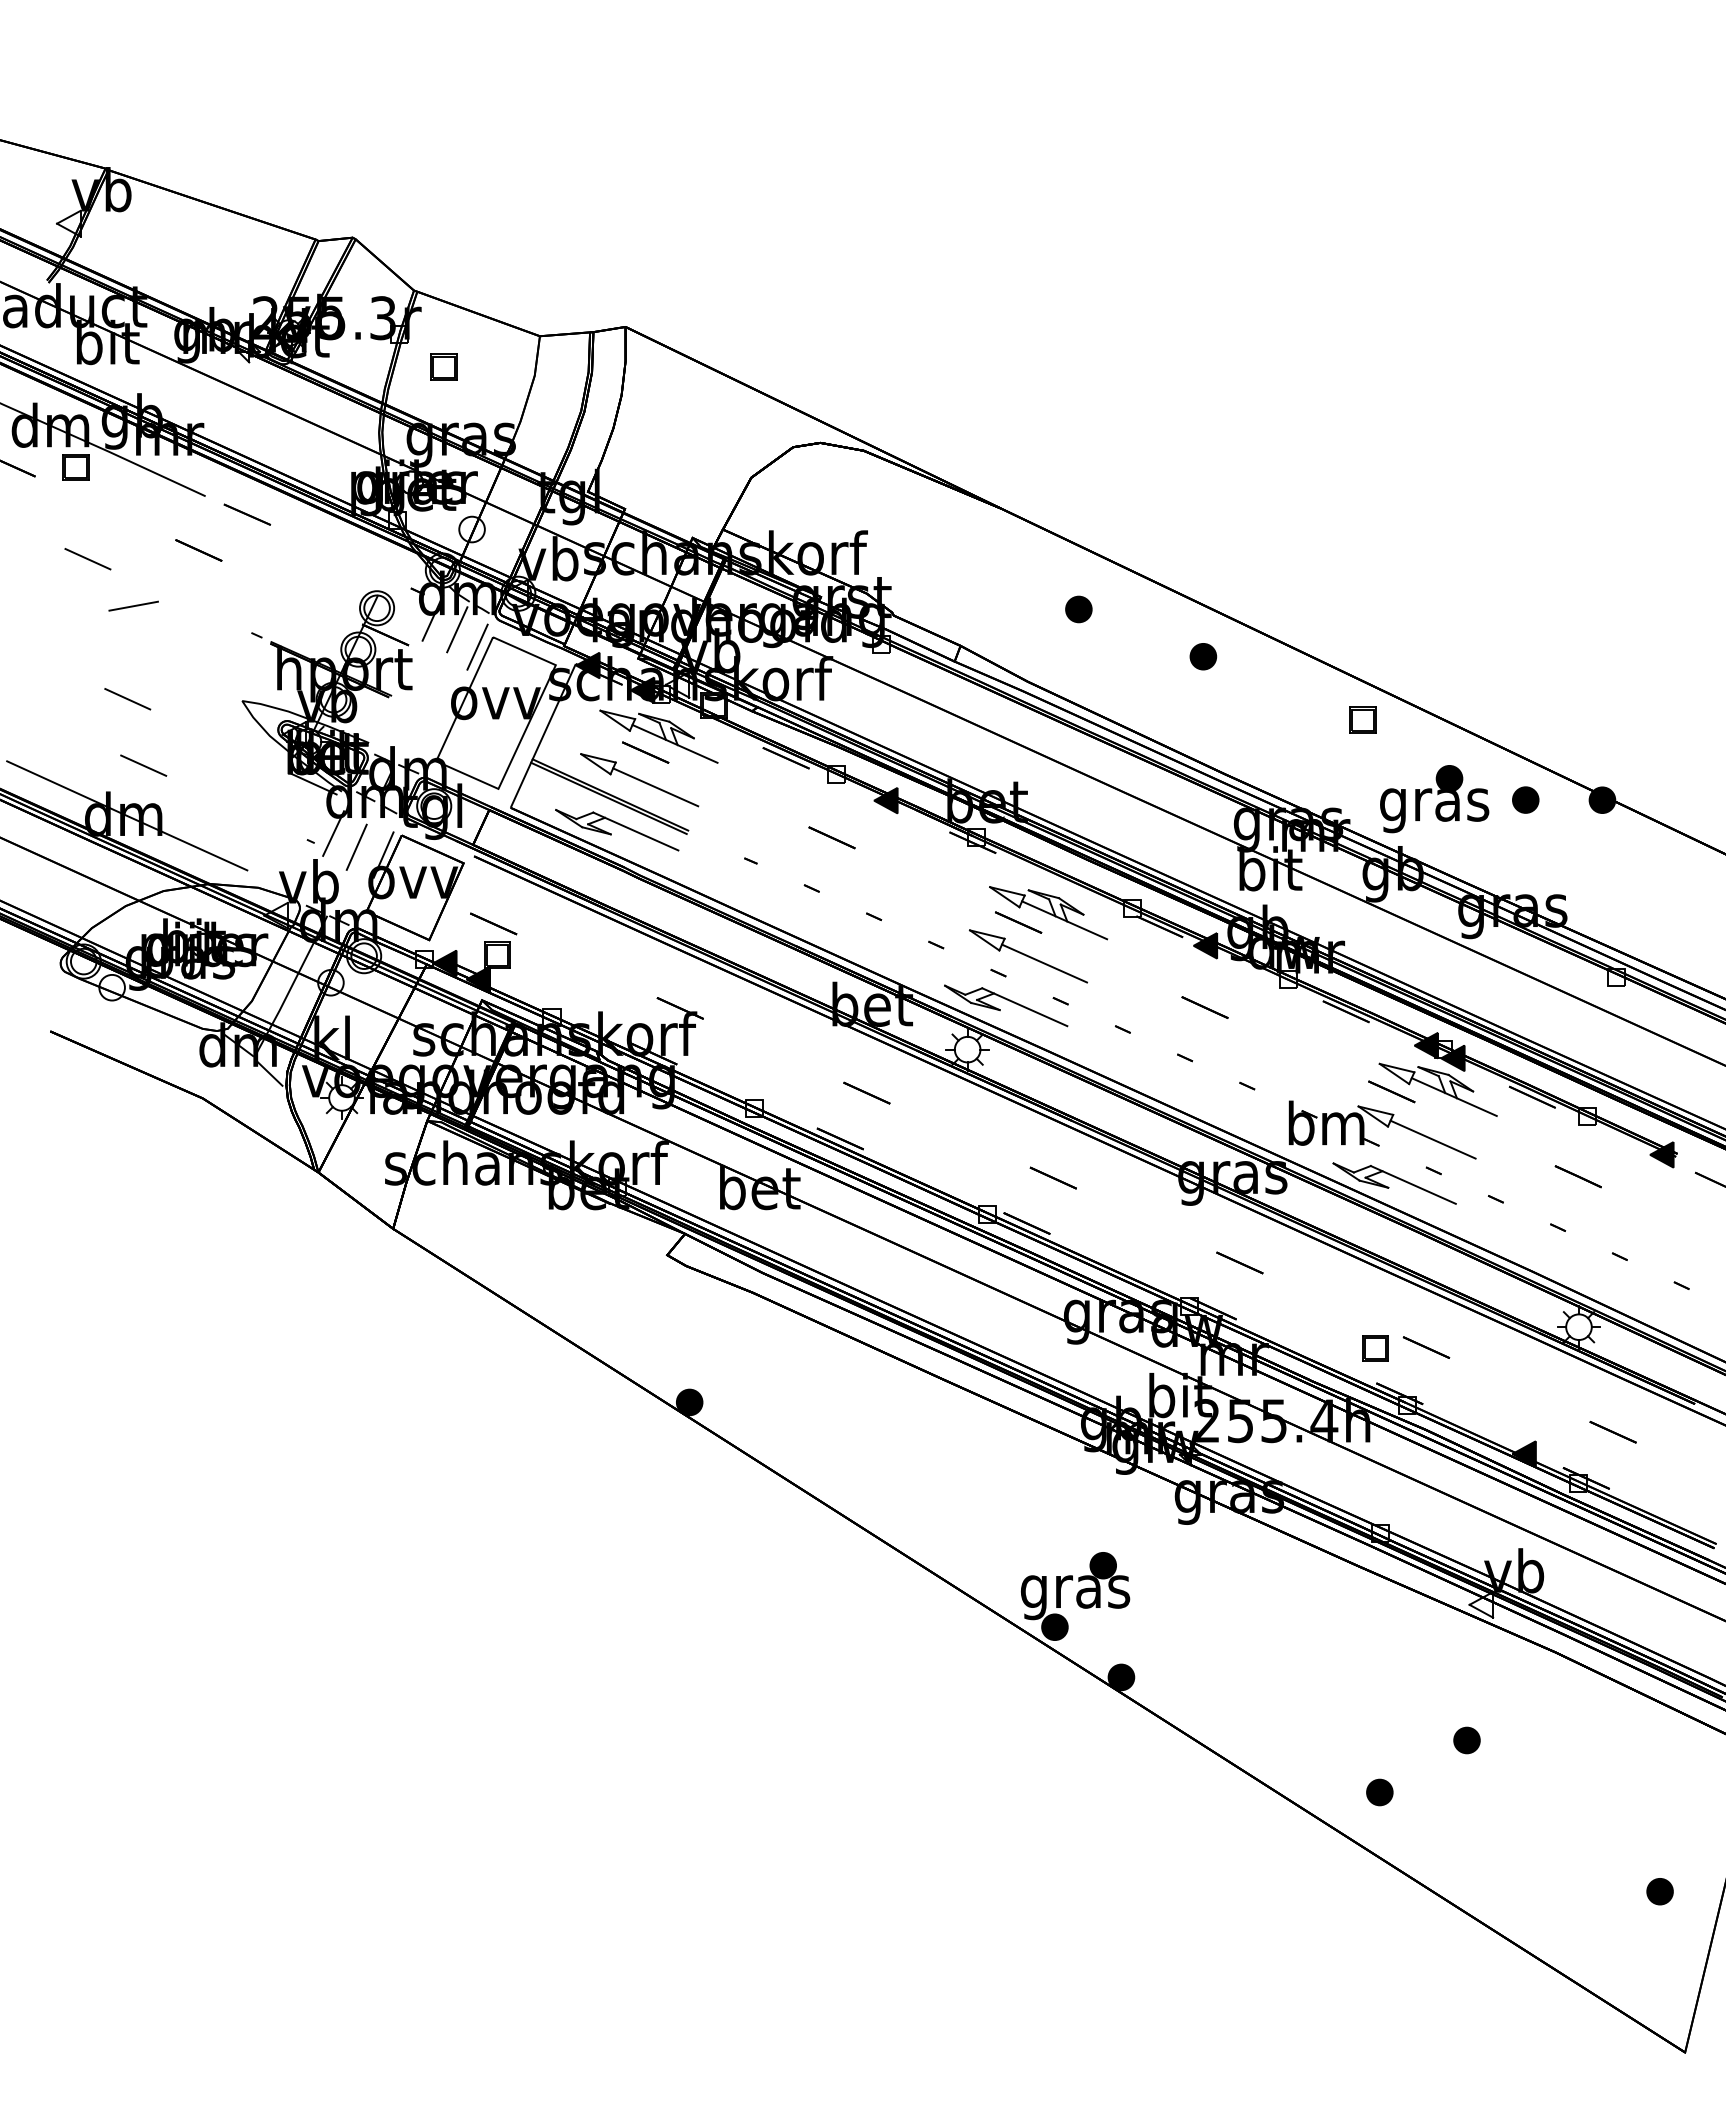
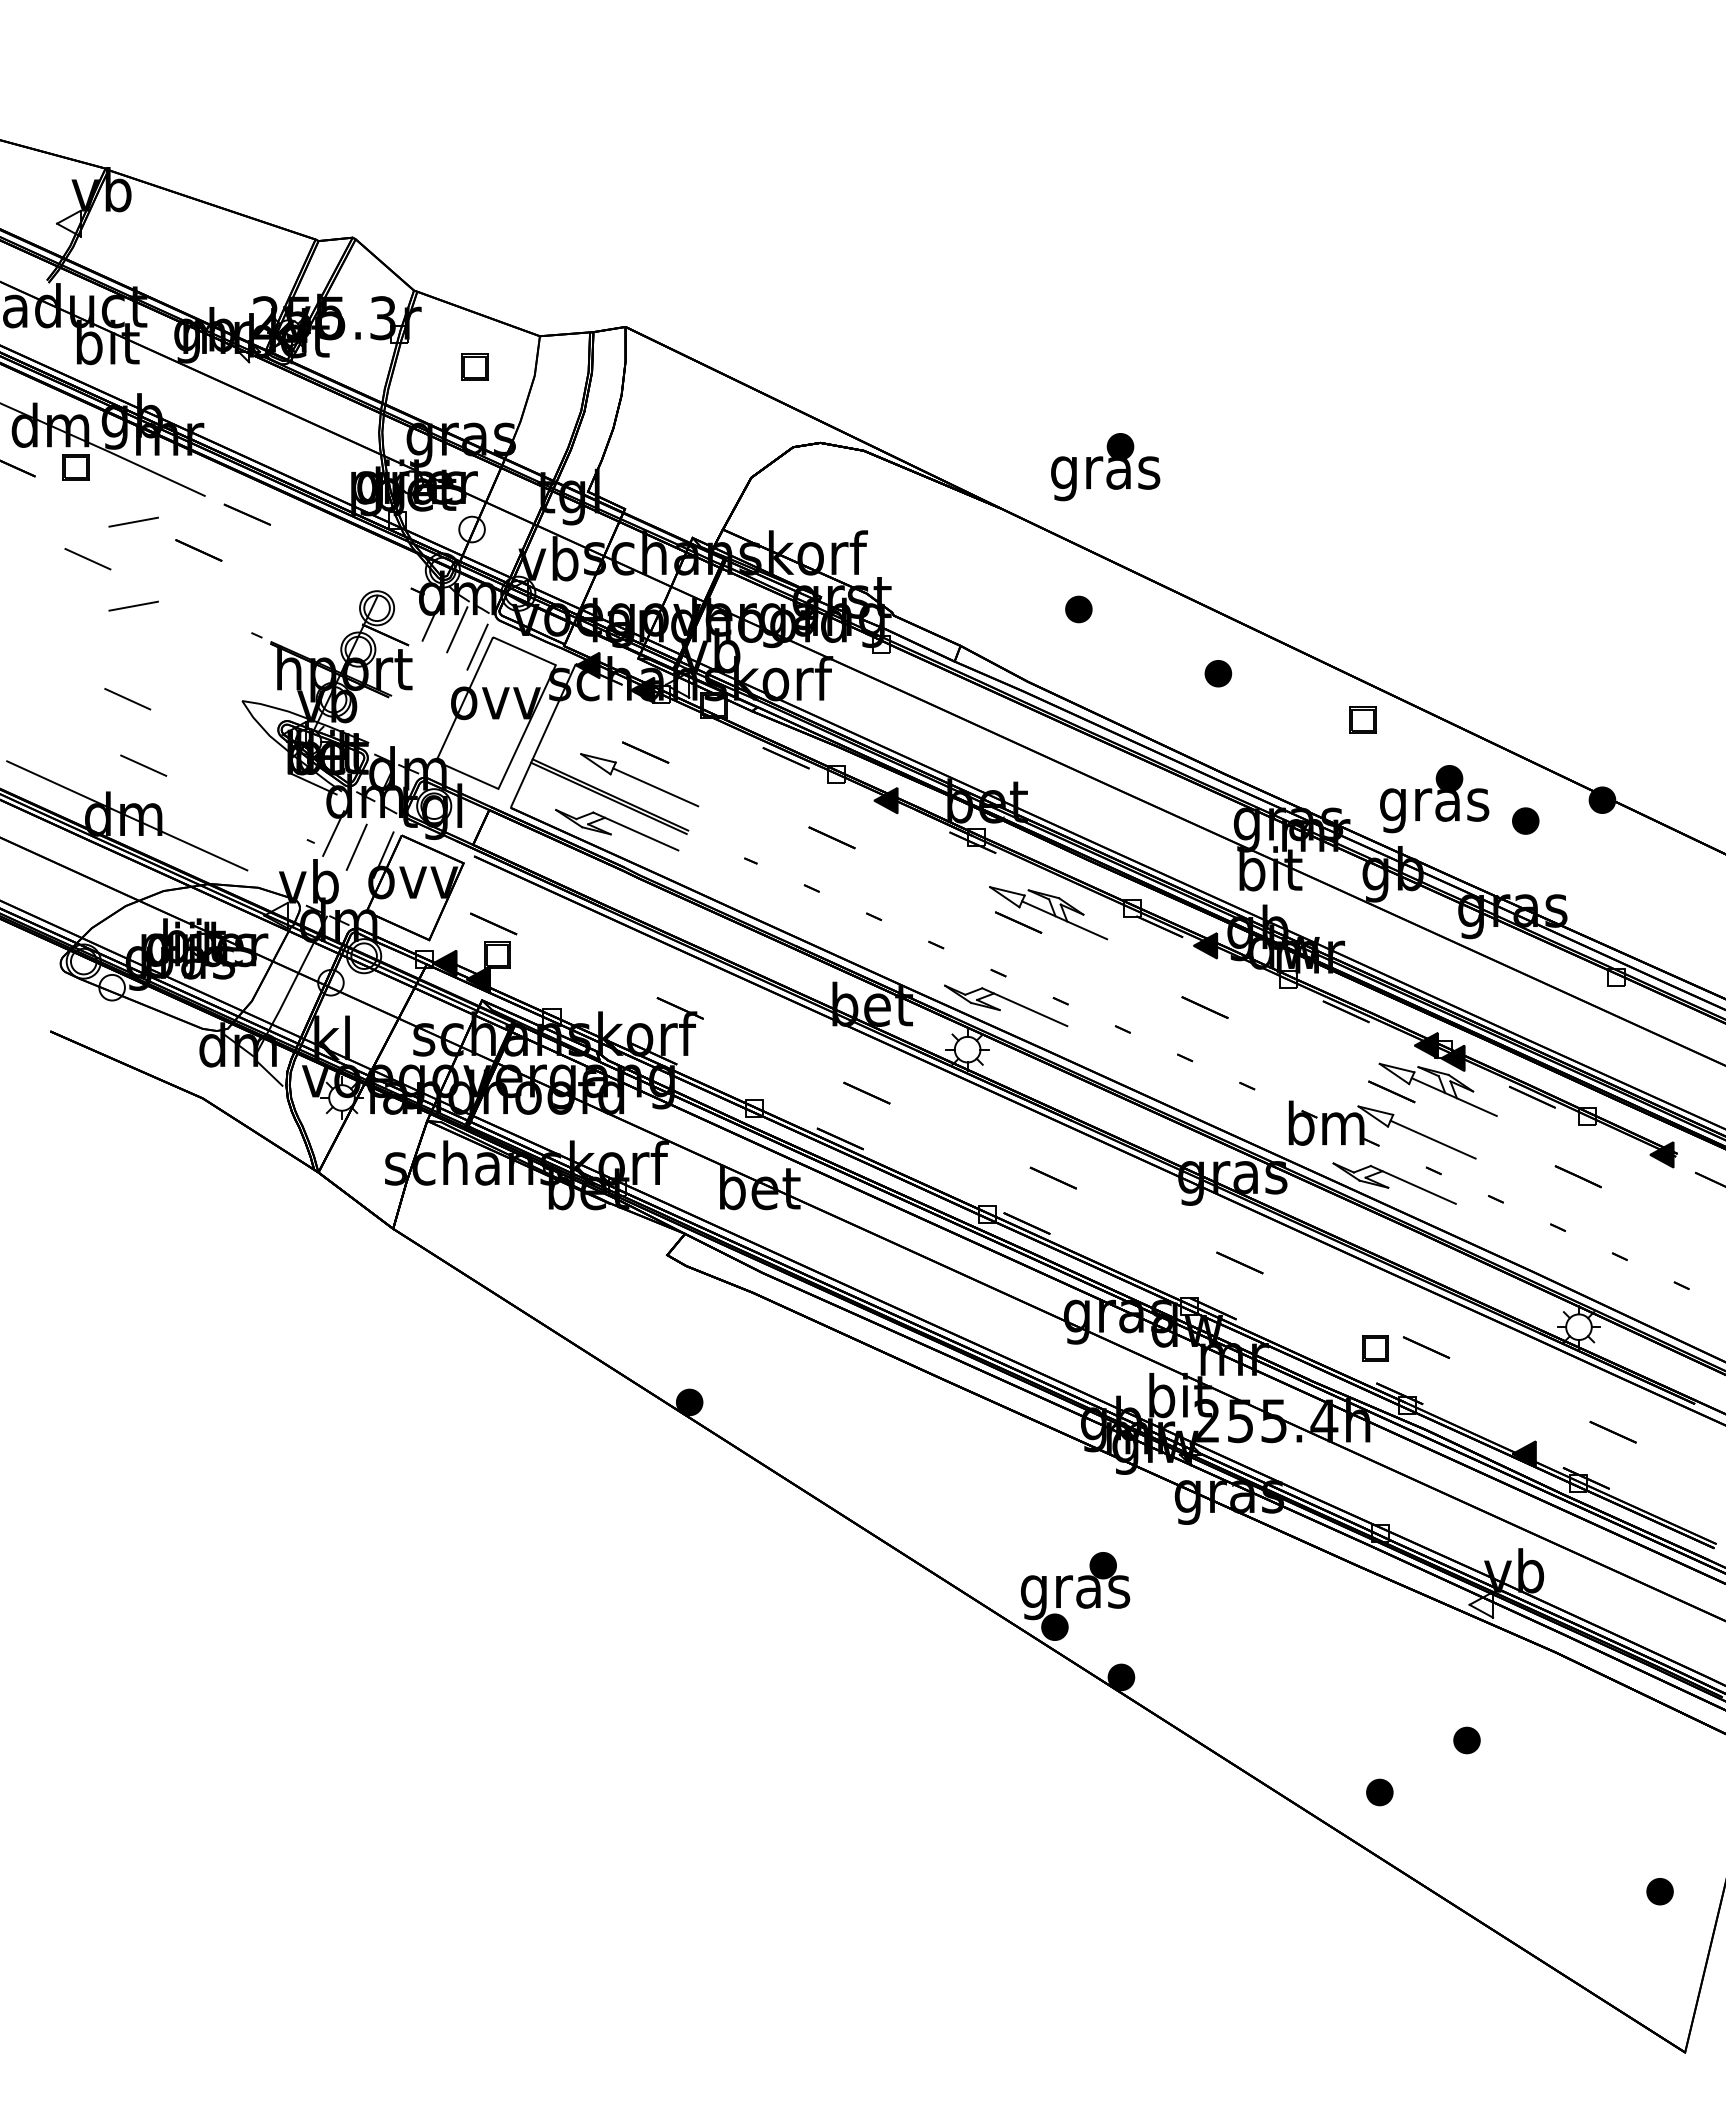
part at (443, 366) position: (443, 366) -> (474, 366)
part at (1105, 467): none -> present
line at (133, 521): none -> present
part at (1203, 656) position: (1203, 656) -> (1218, 673)
part at (658, 736): present -> none
part at (1525, 799) position: (1525, 799) -> (1525, 820)
part at (1028, 956): present -> none
